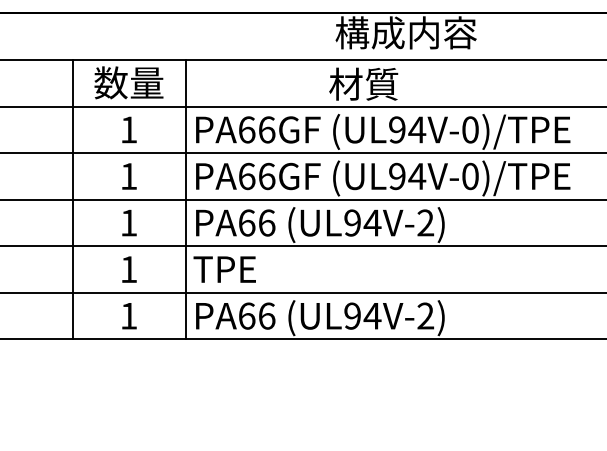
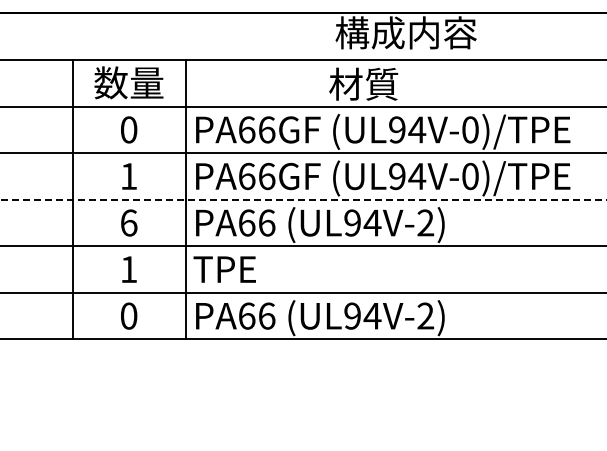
text at (129, 129): 1 -> 0
line at (304, 199): solid -> dashed
text at (129, 222): 1 -> 6
text at (129, 315): 1 -> 0
